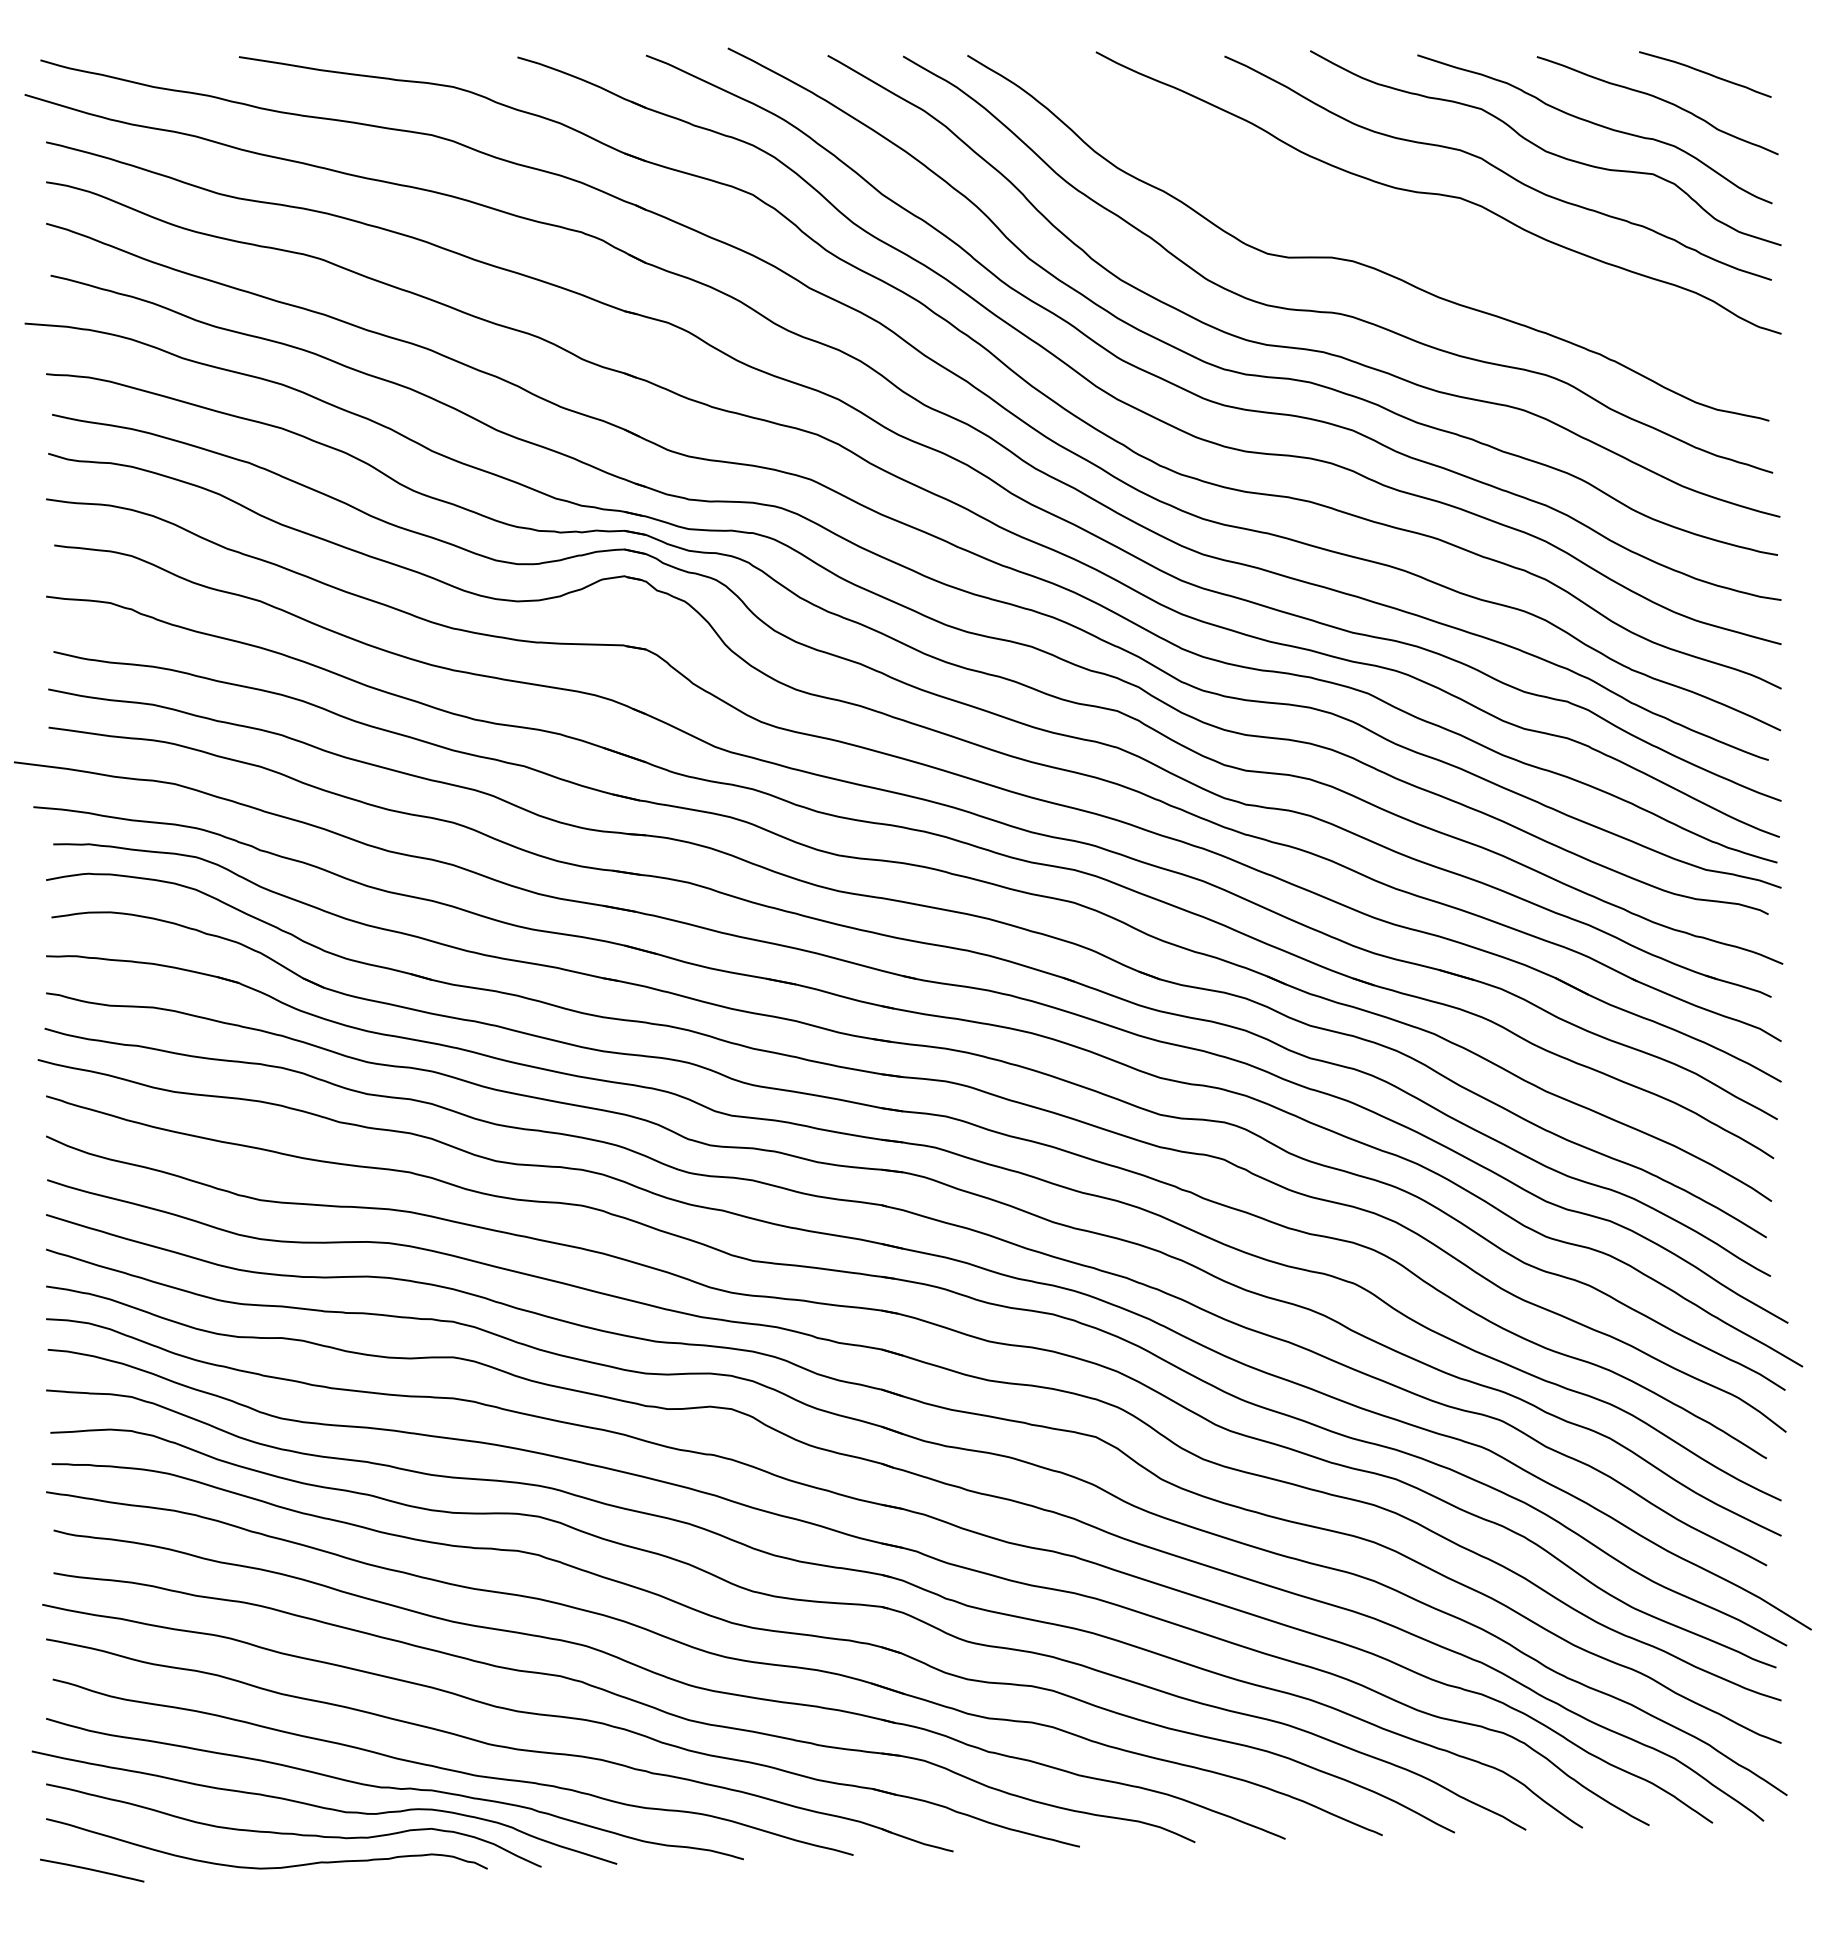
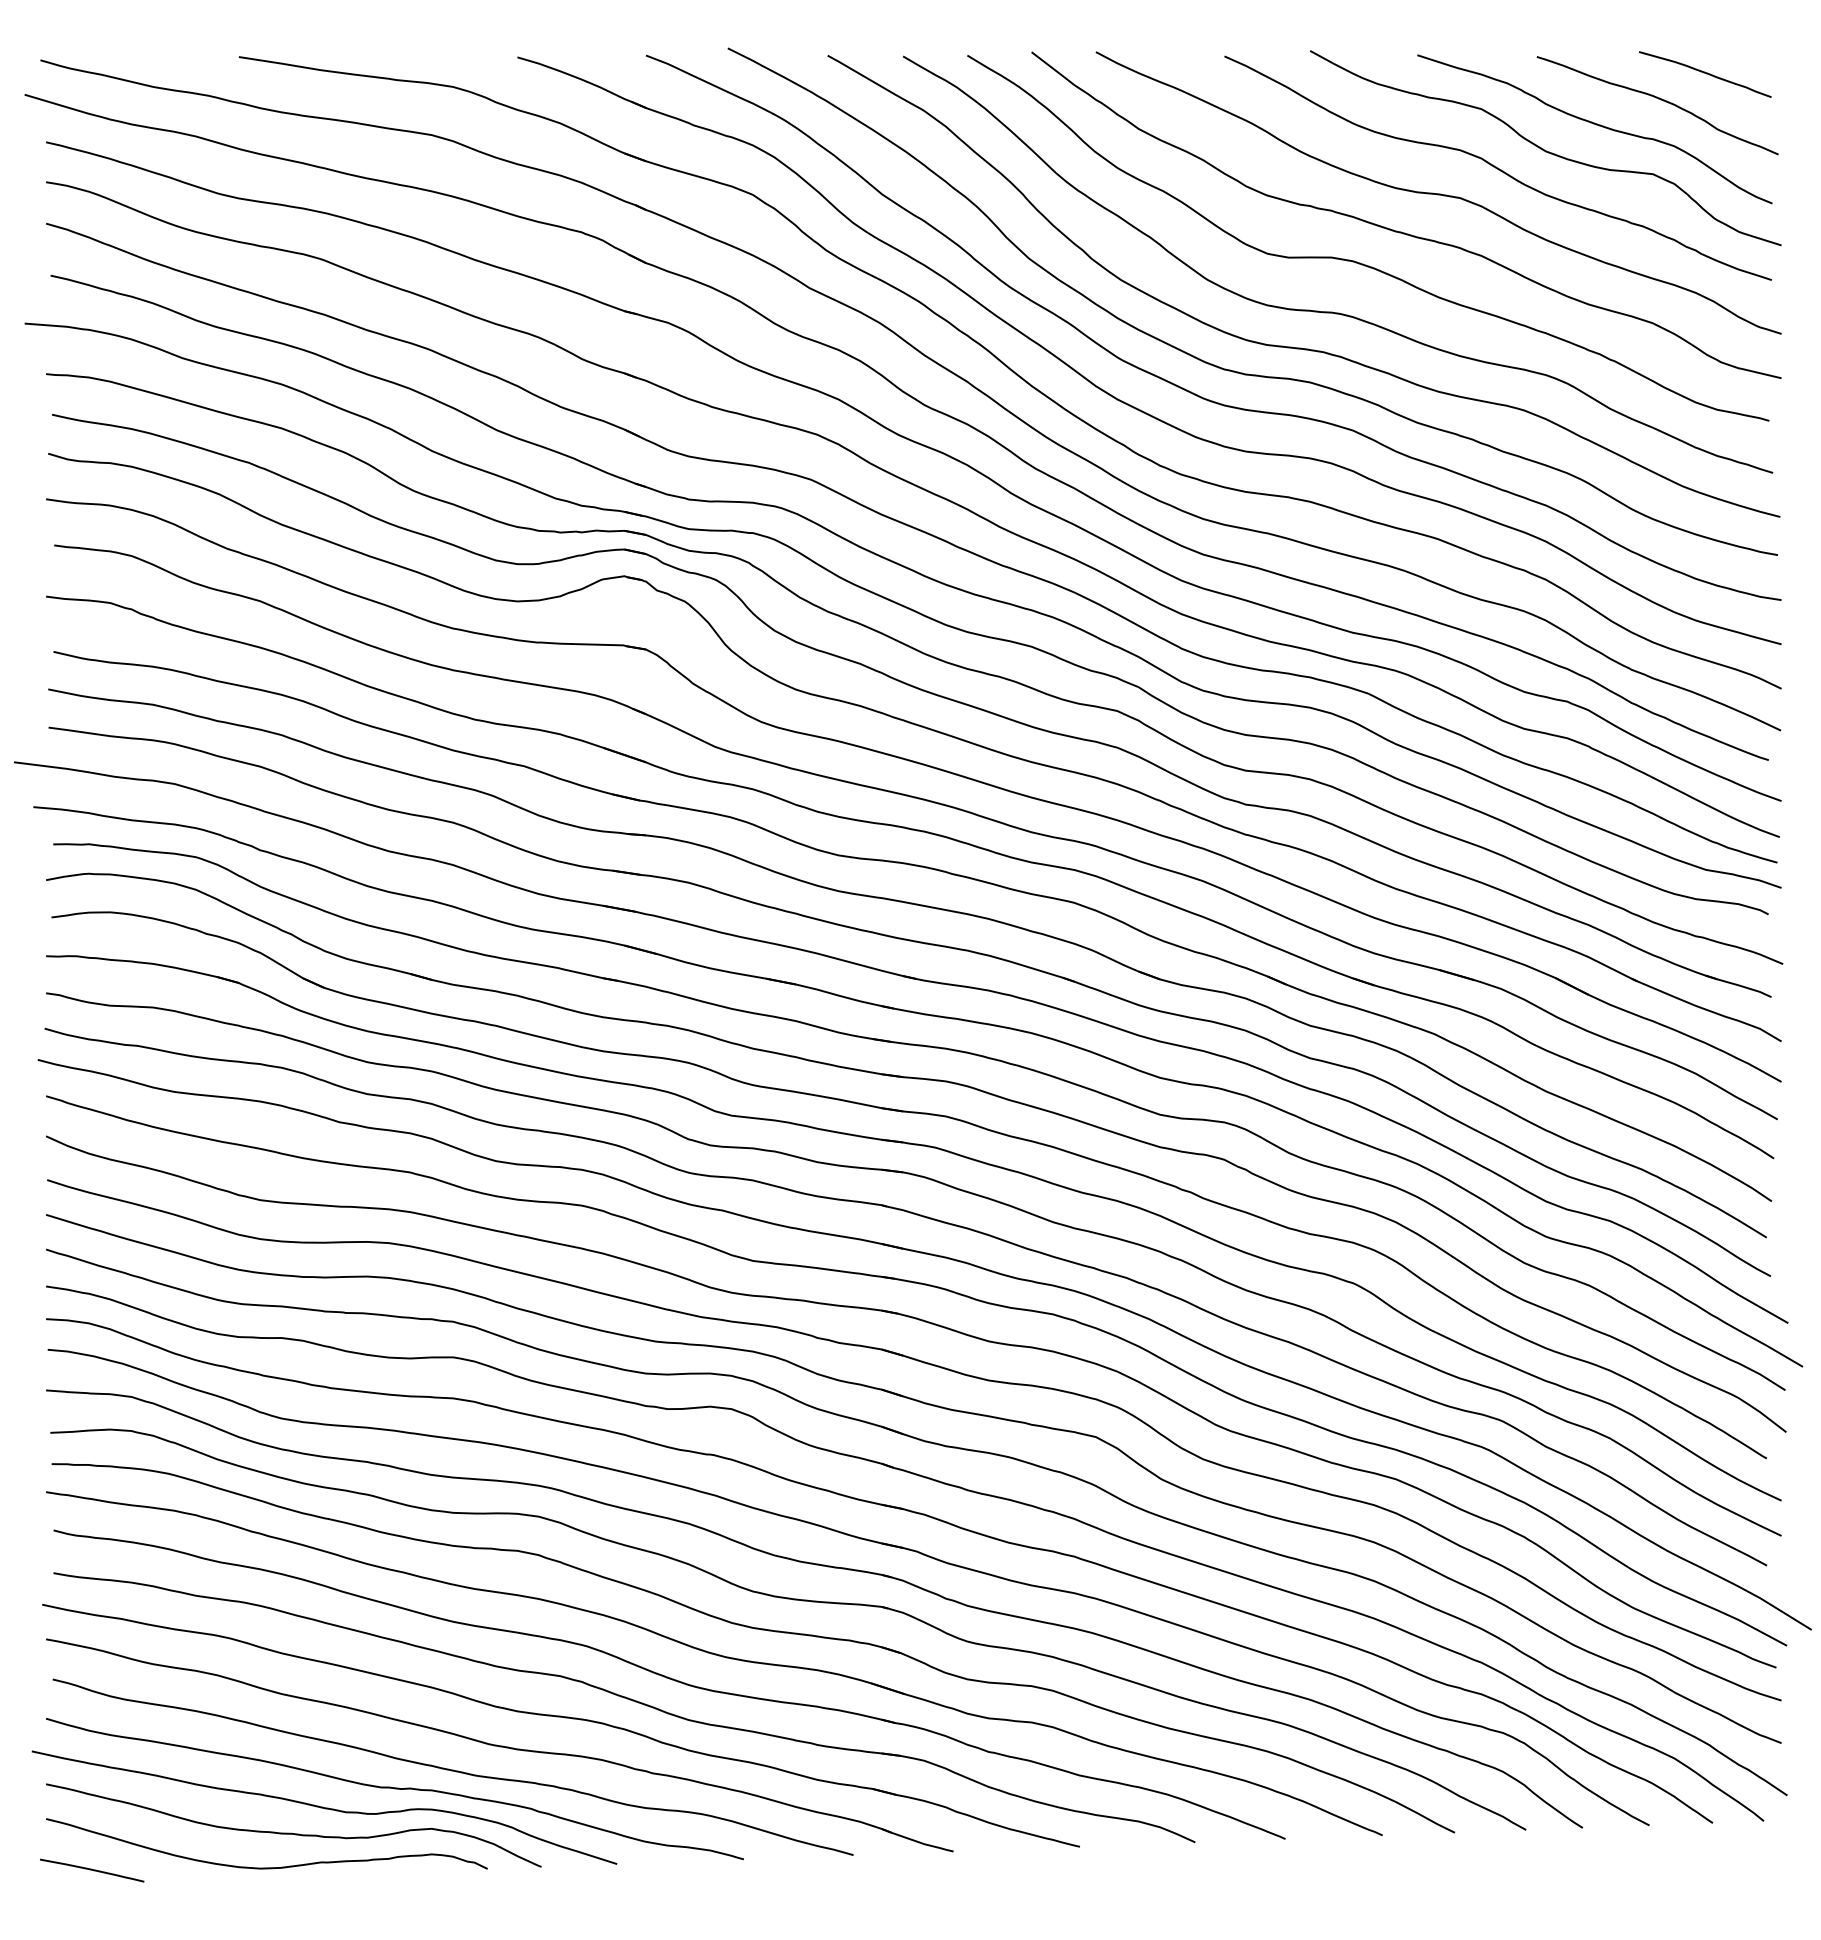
curve at (1401, 231): none -> present
